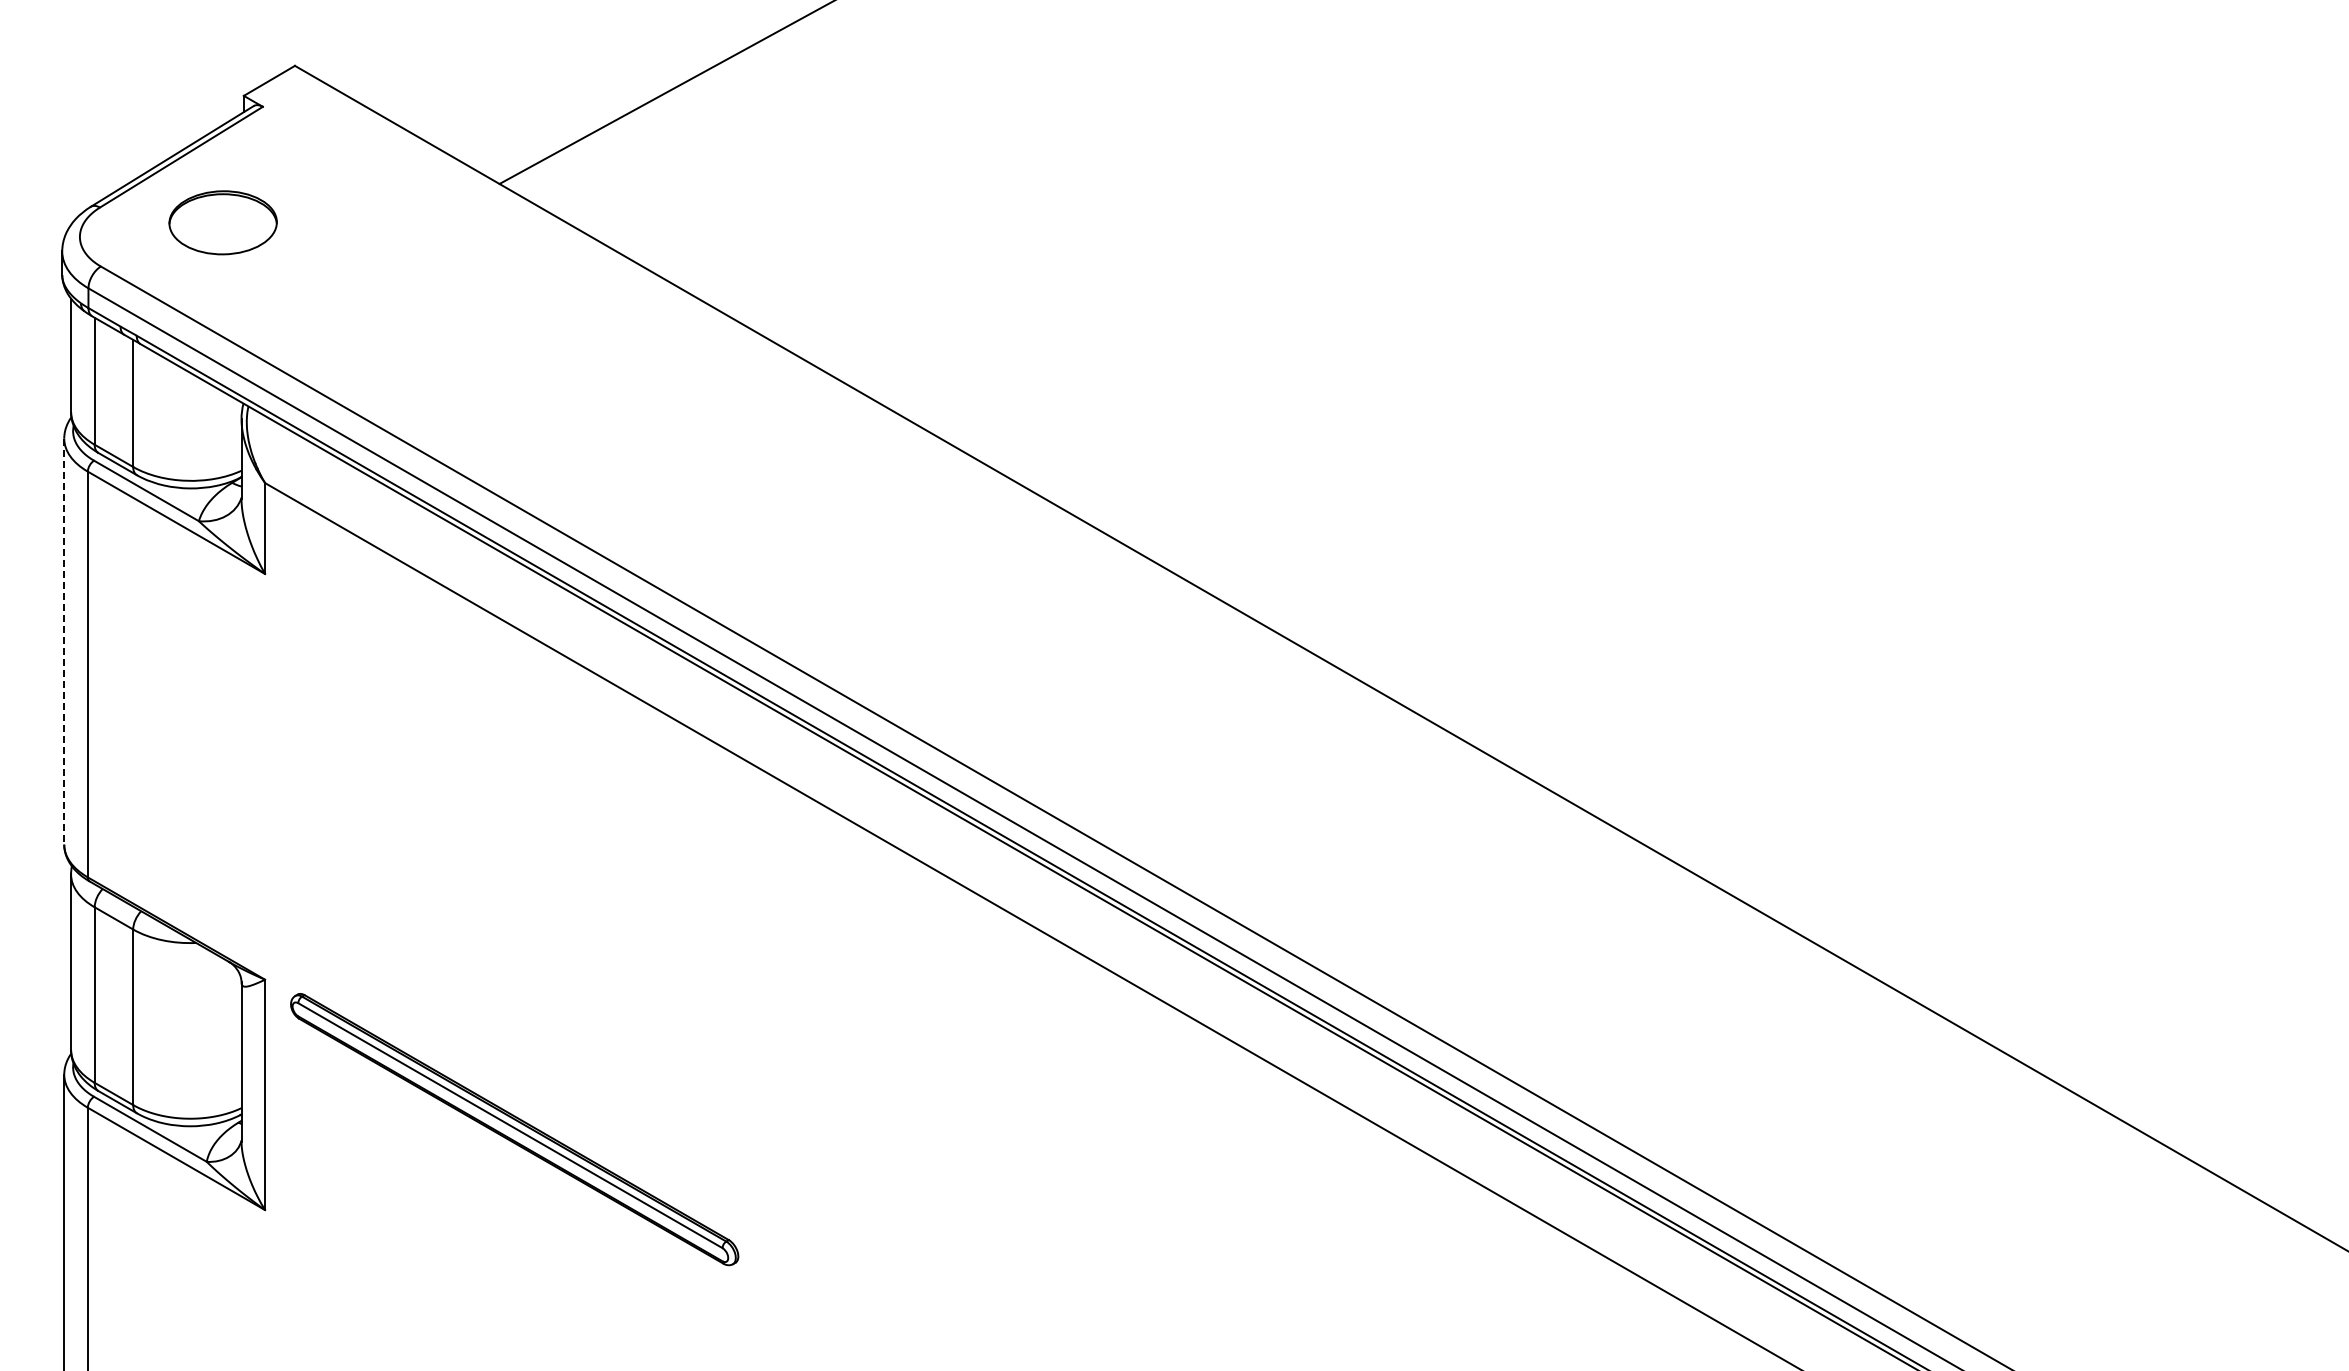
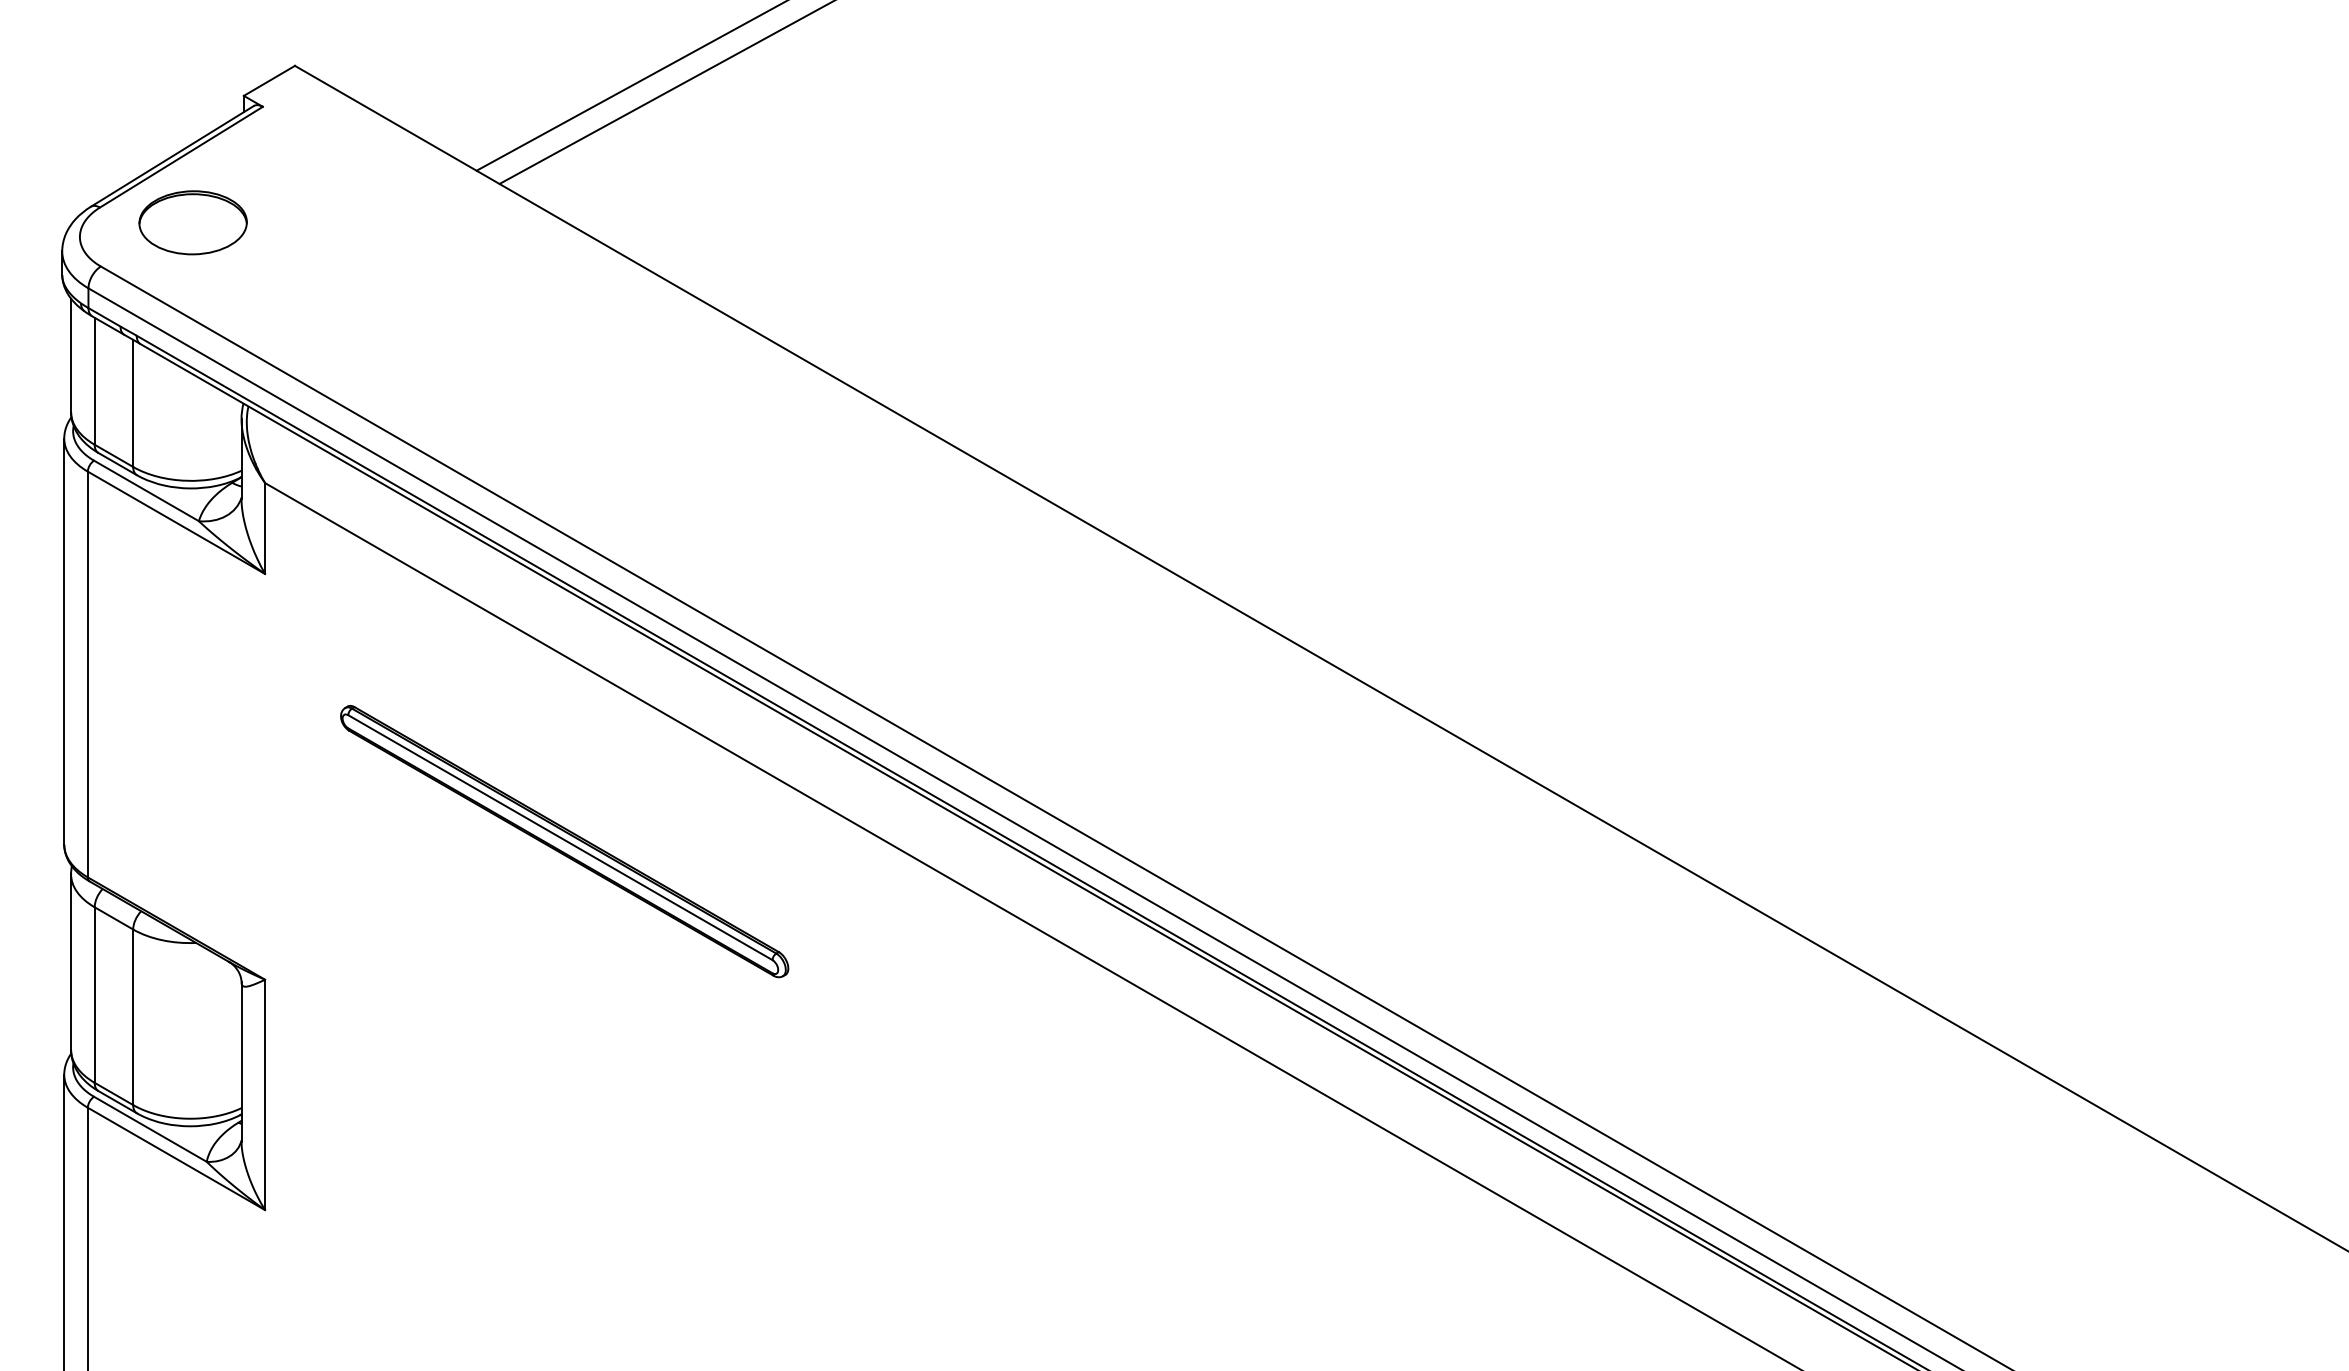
line at (630, 86): none -> present
part at (222, 222) position: (222, 222) -> (192, 222)
line at (64, 642): dashed -> solid
part at (514, 1129) position: (514, 1129) -> (564, 841)
